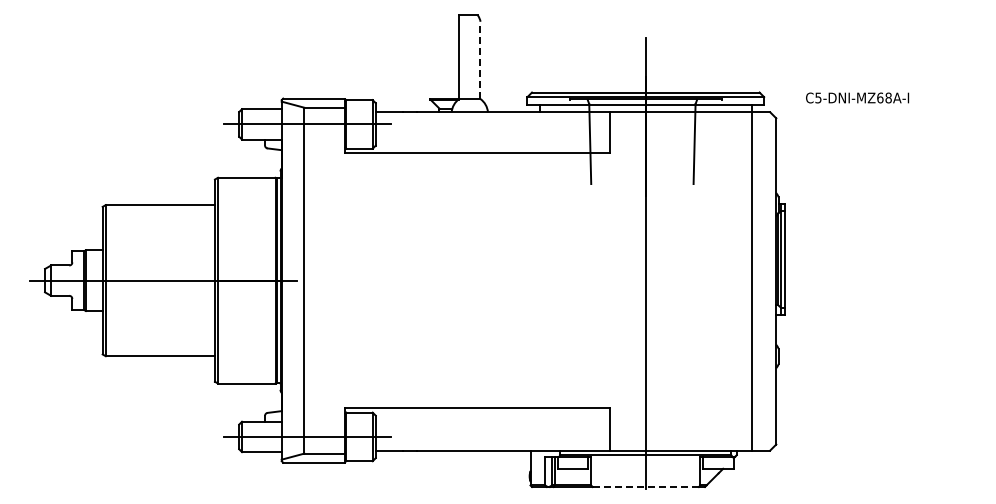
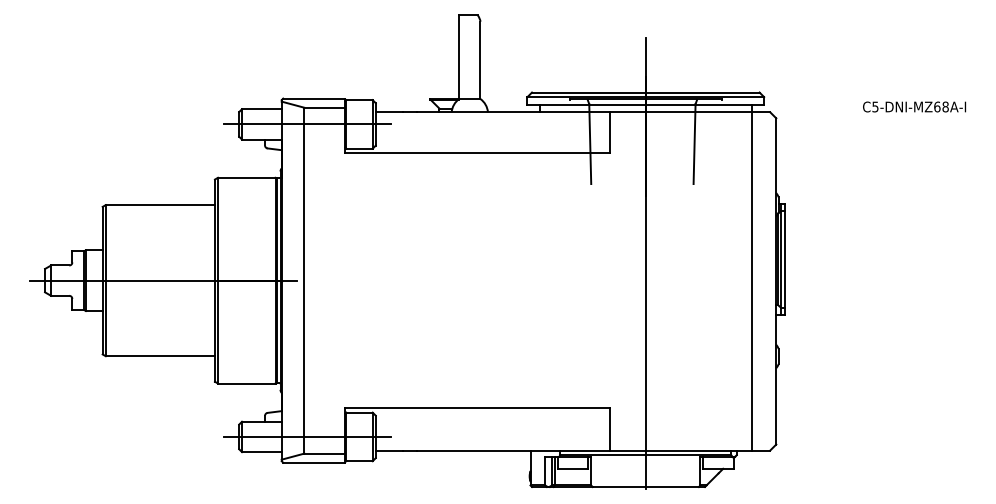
line at (480, 60): dashed -> solid
text at (857, 97) position: (857, 97) -> (914, 106)
line at (646, 486): dashed -> solid
